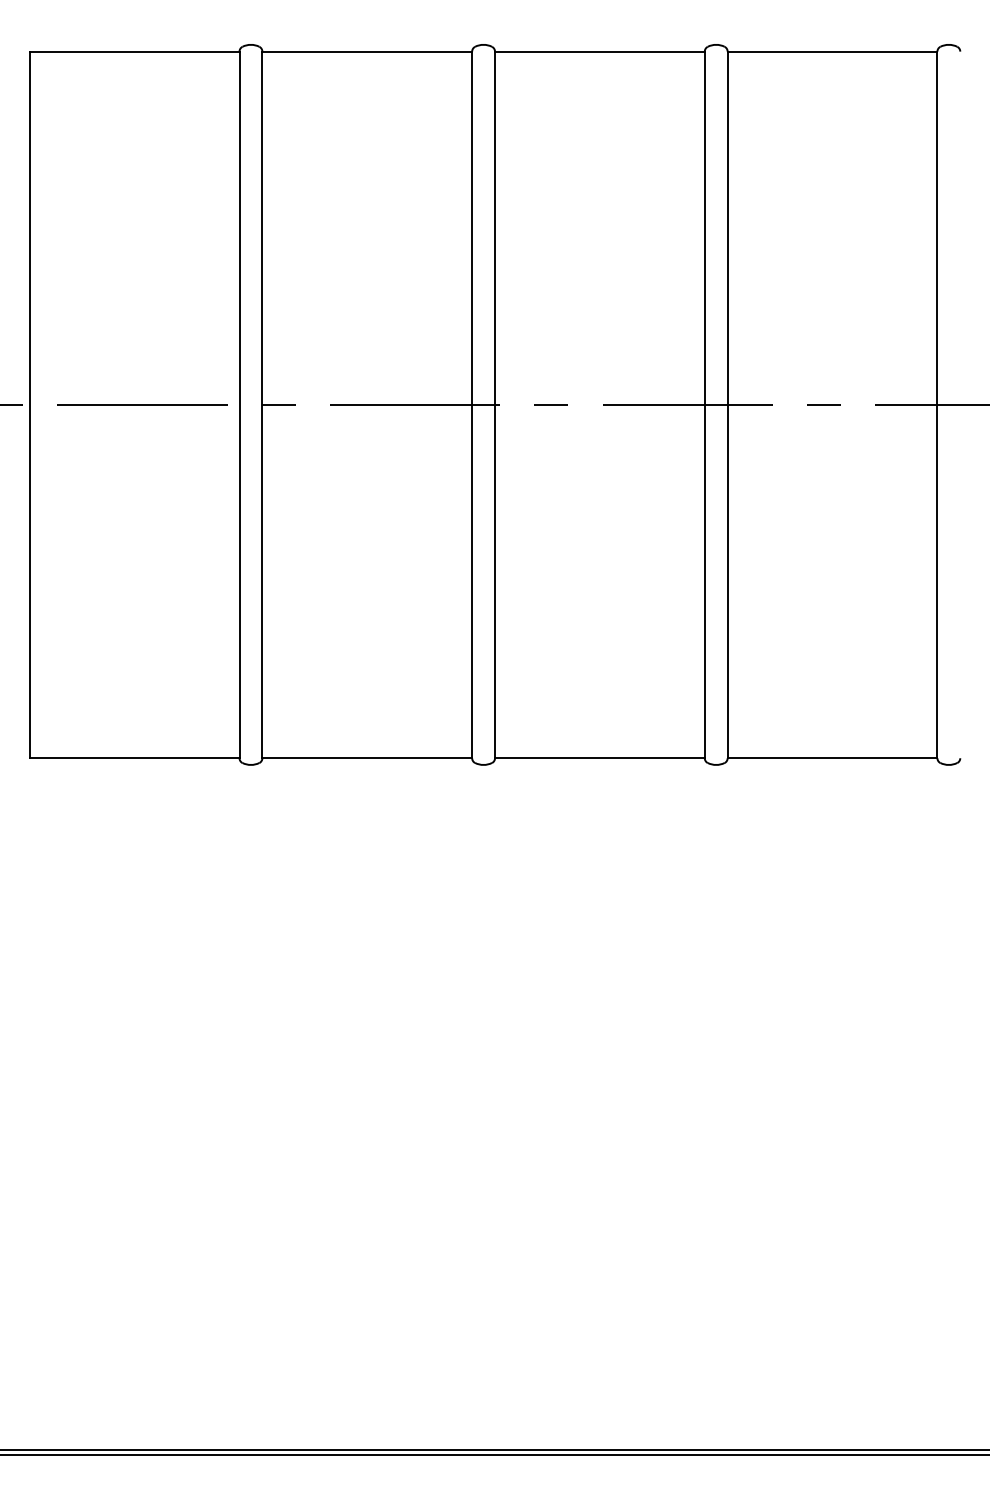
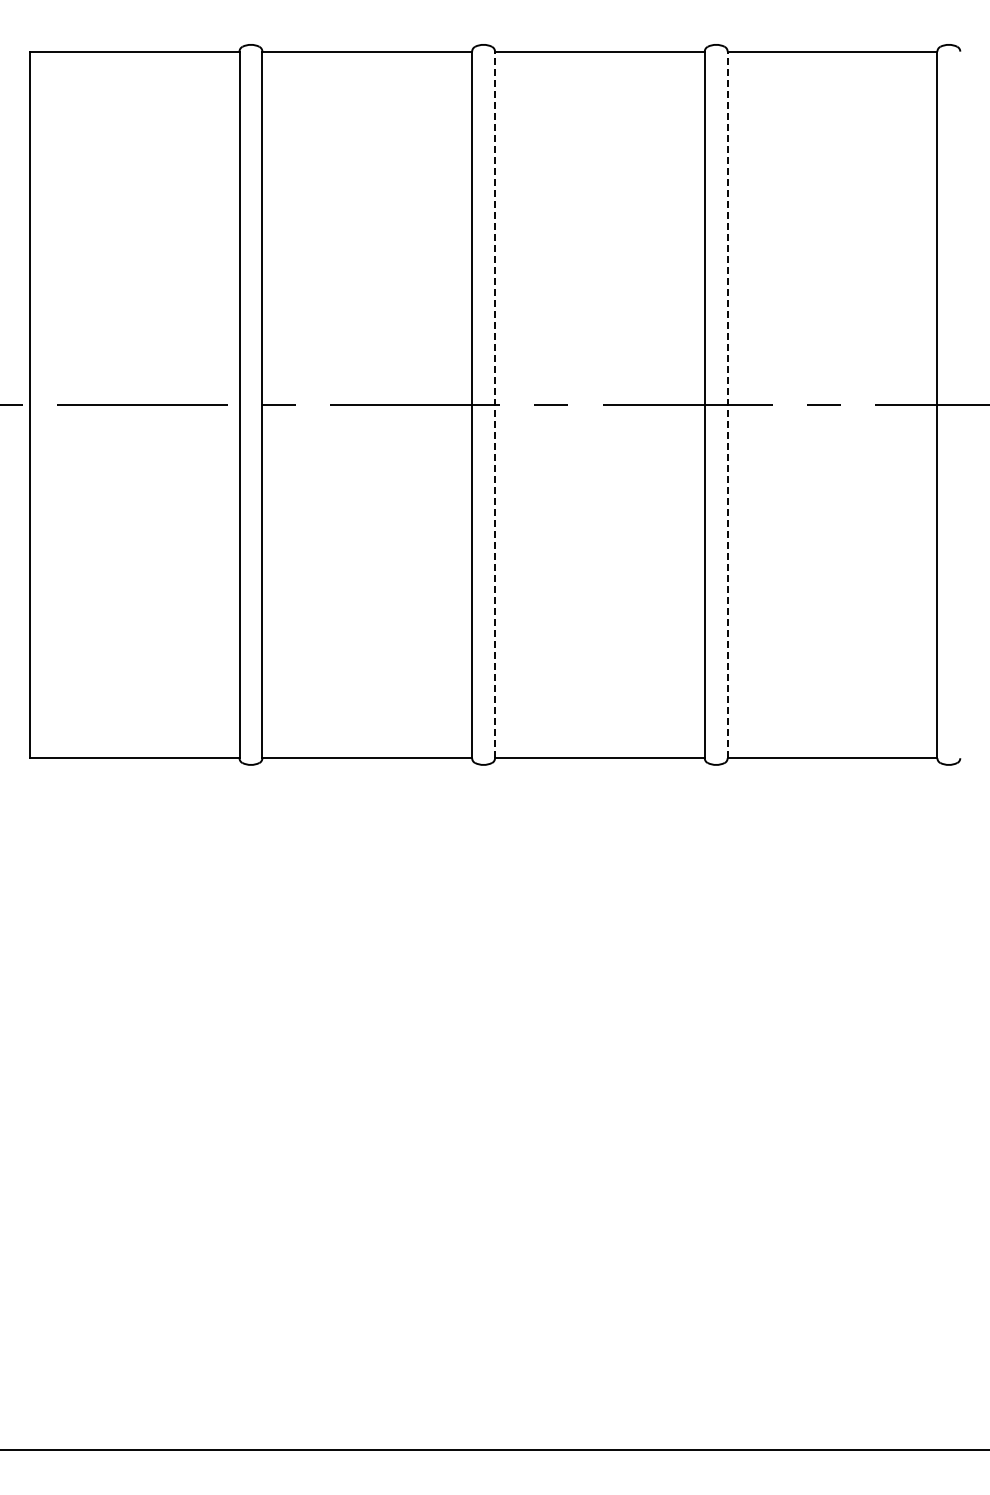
line at (494, 404): solid -> dashed
line at (727, 404): solid -> dashed
line at (494, 1454): present -> none
